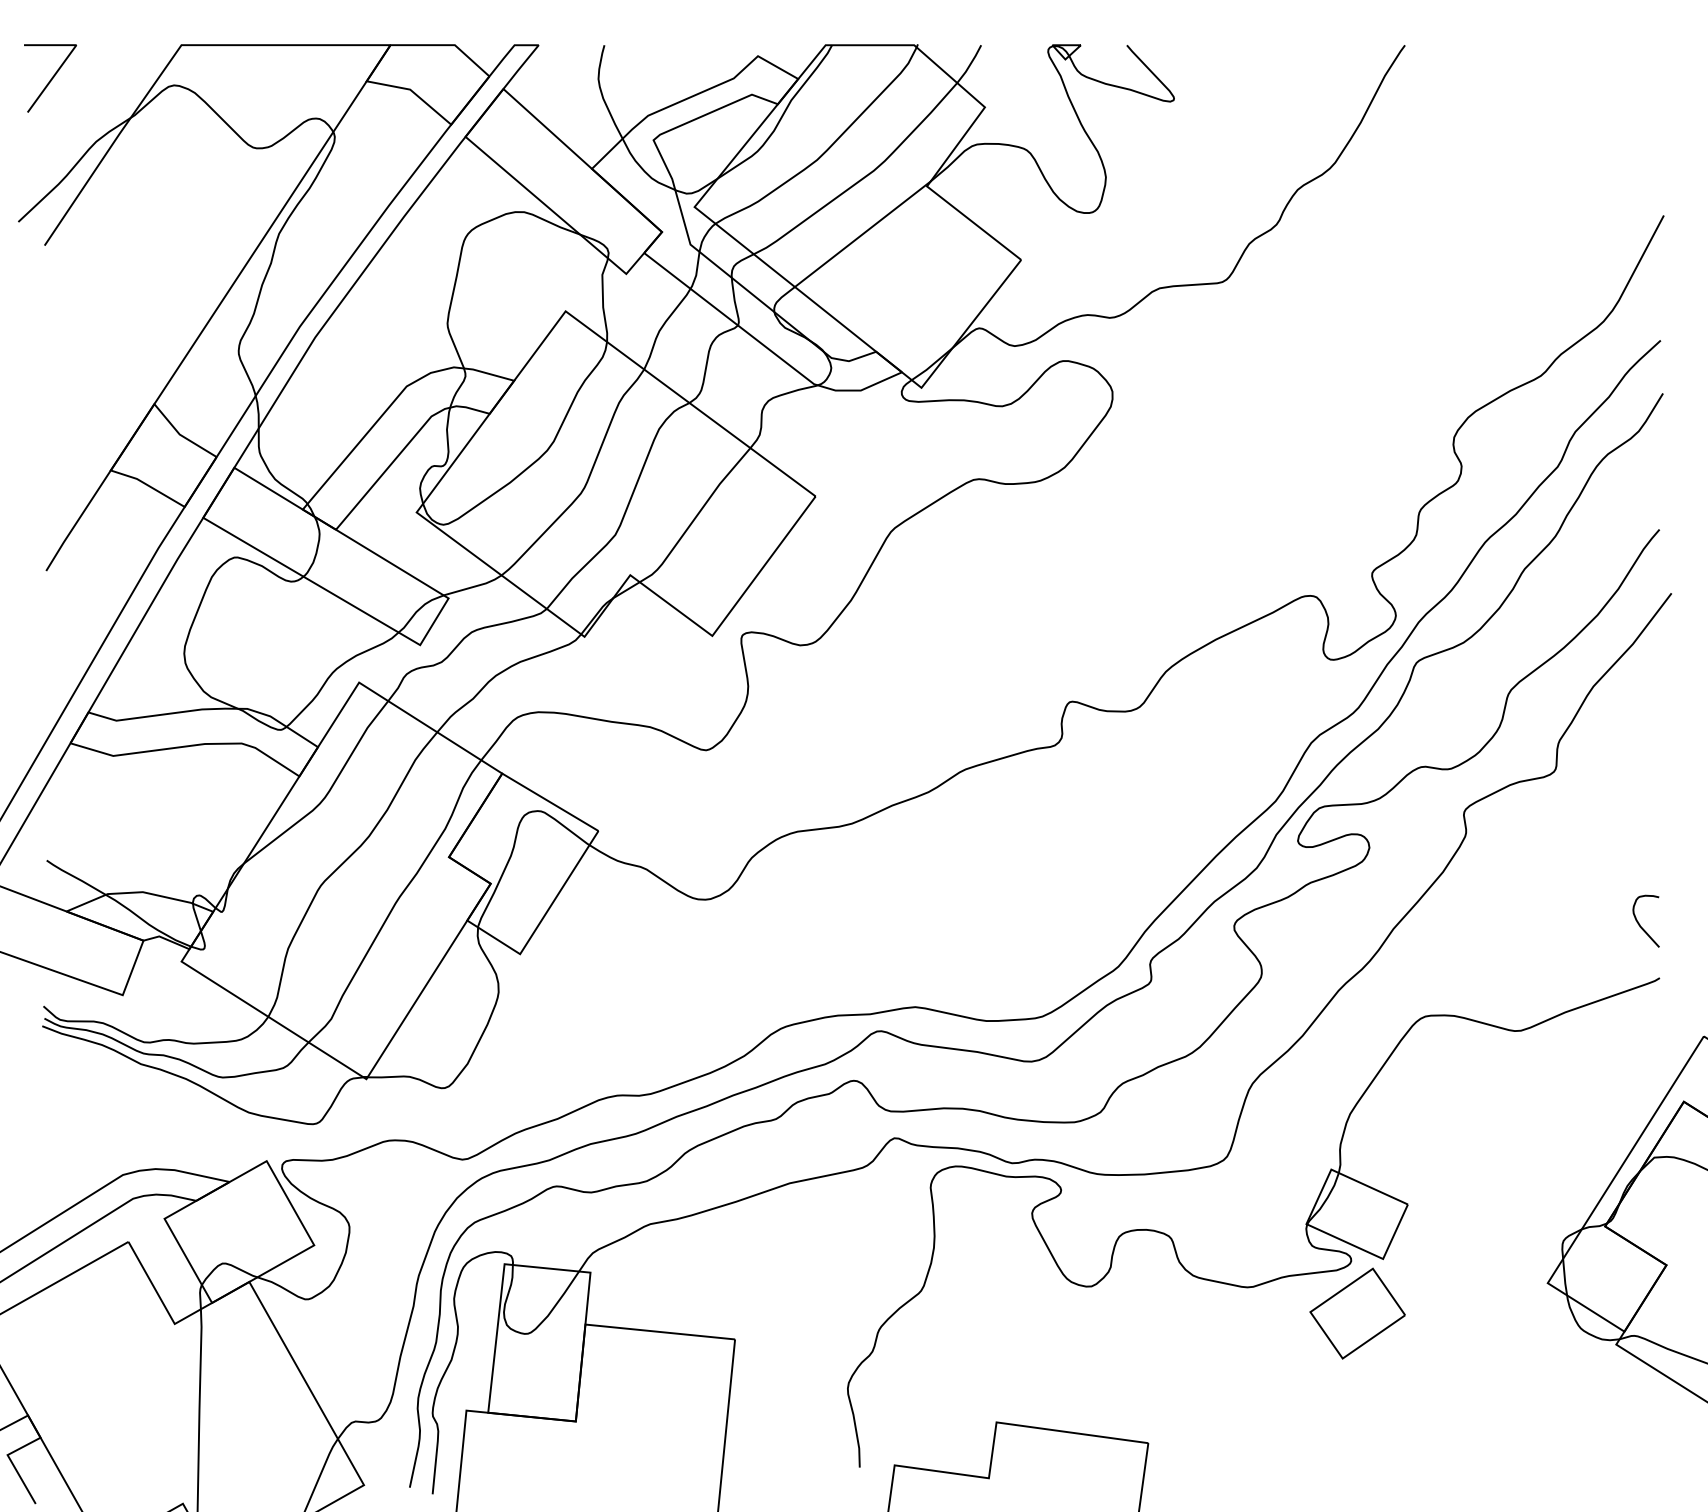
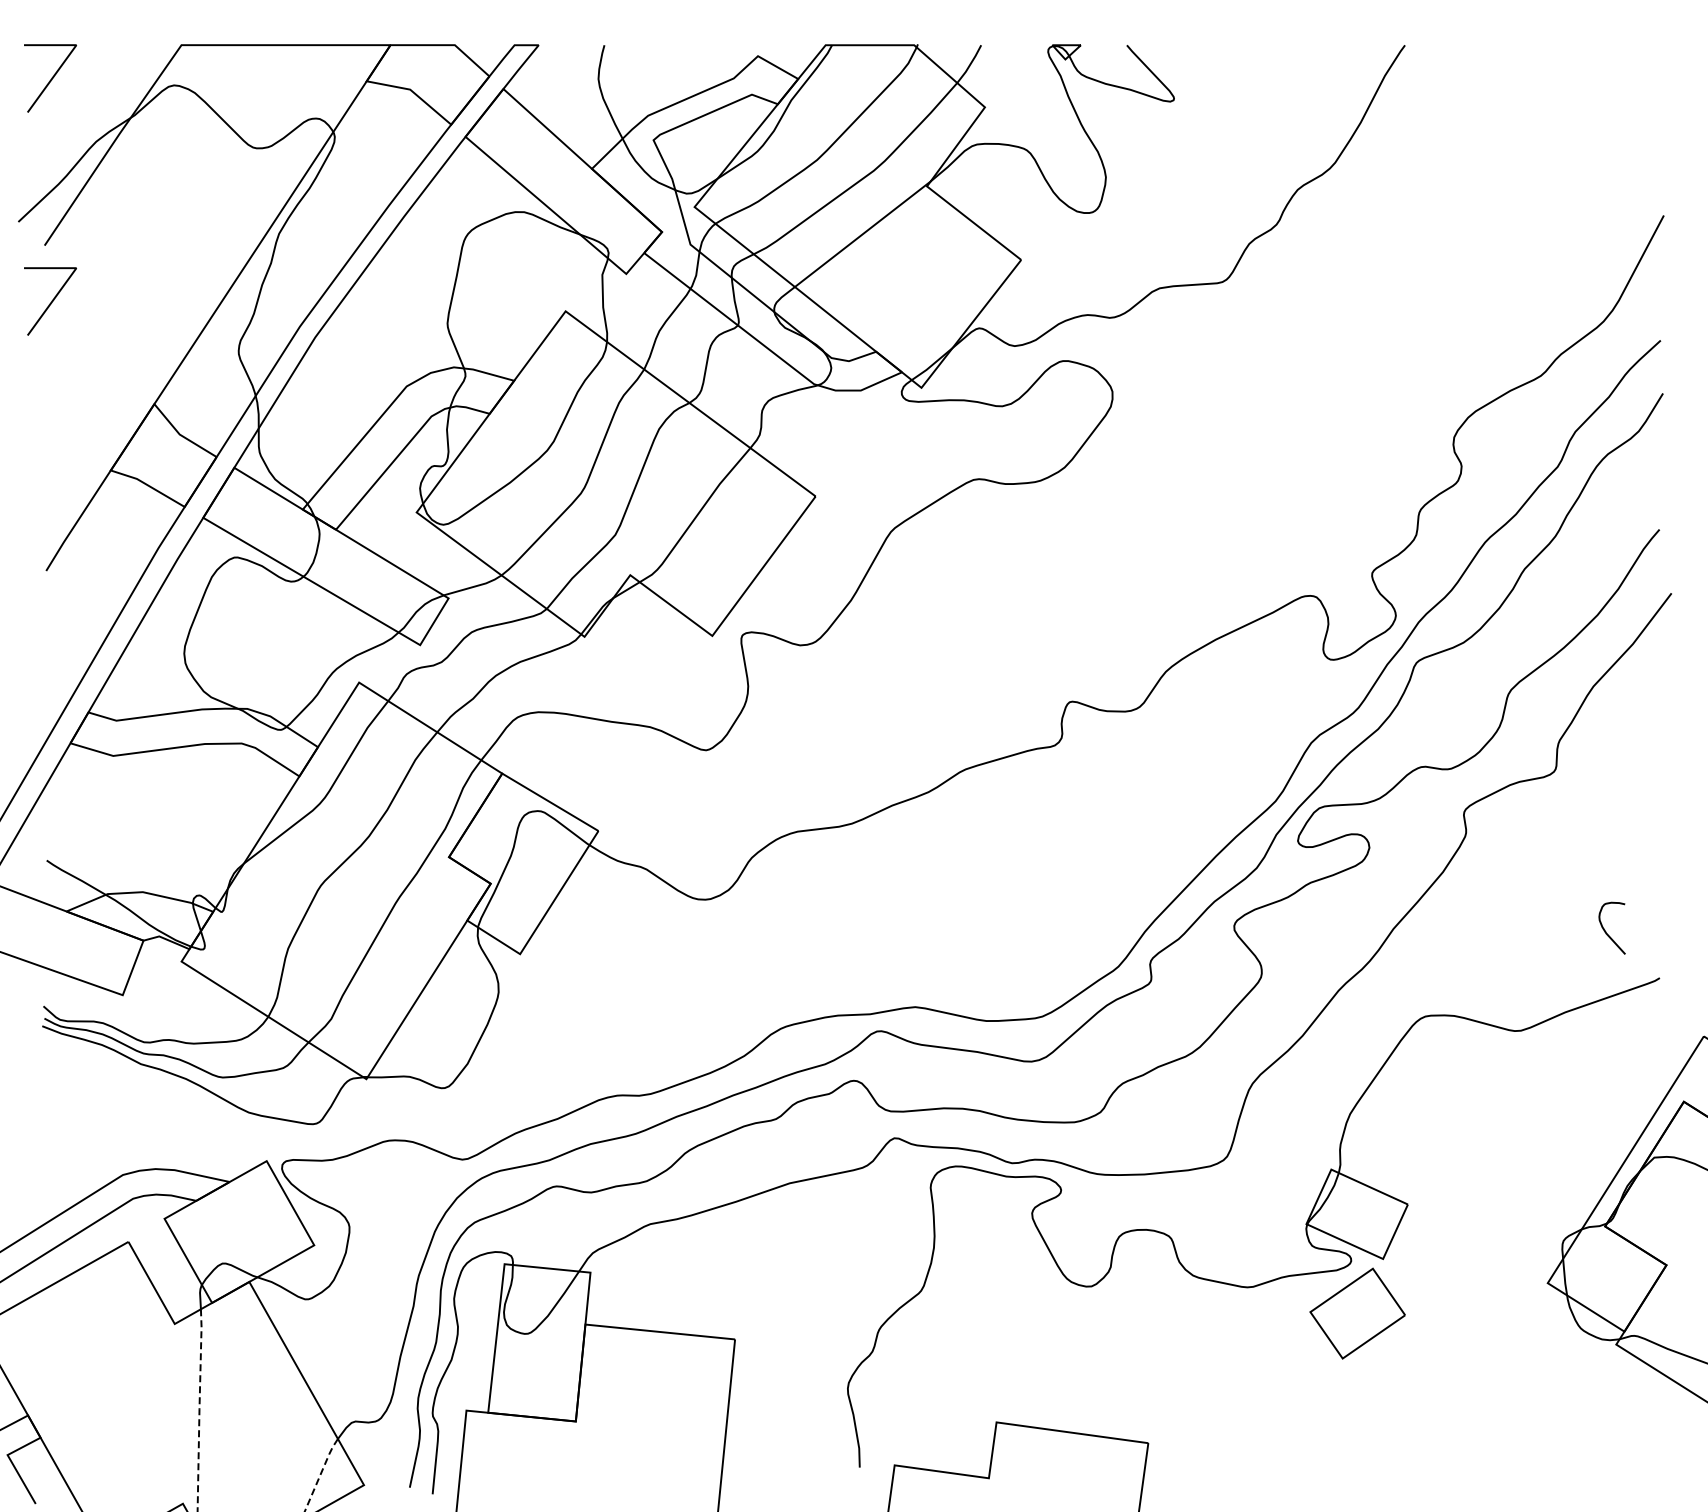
line at (51, 301): none -> present
curve at (1640, 924) position: (1640, 924) -> (1606, 931)
line at (199, 1409): solid -> dashed
line at (321, 1473): solid -> dashed
